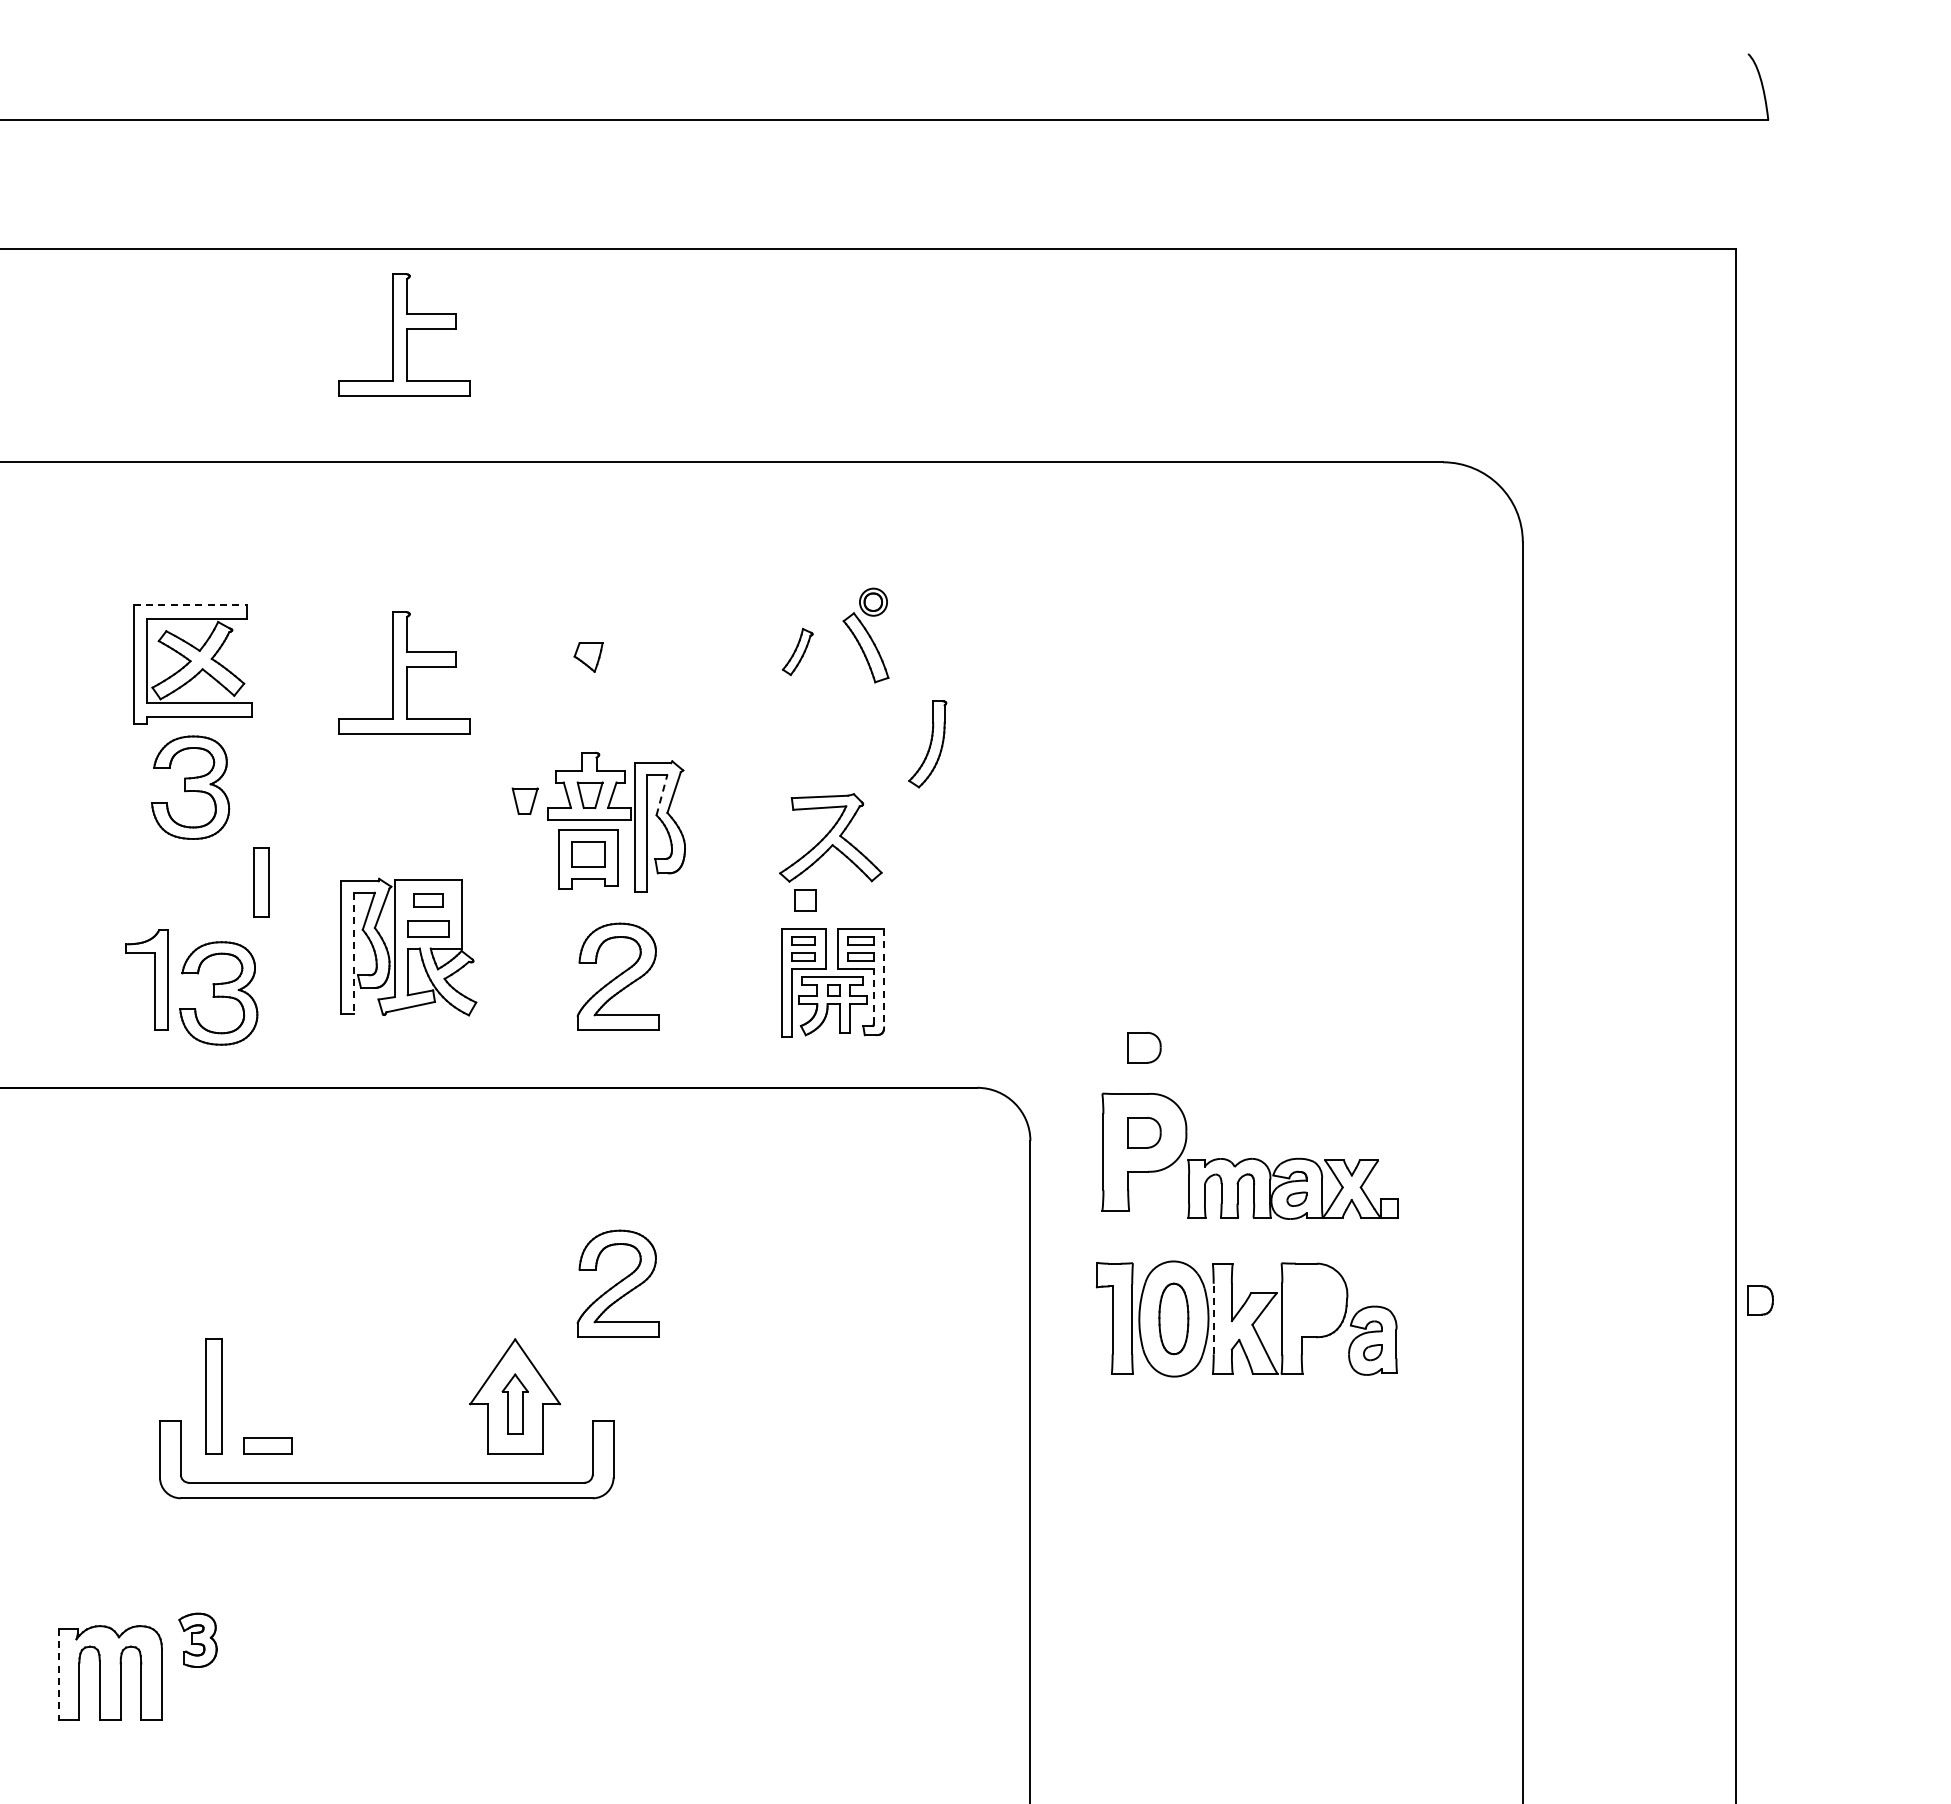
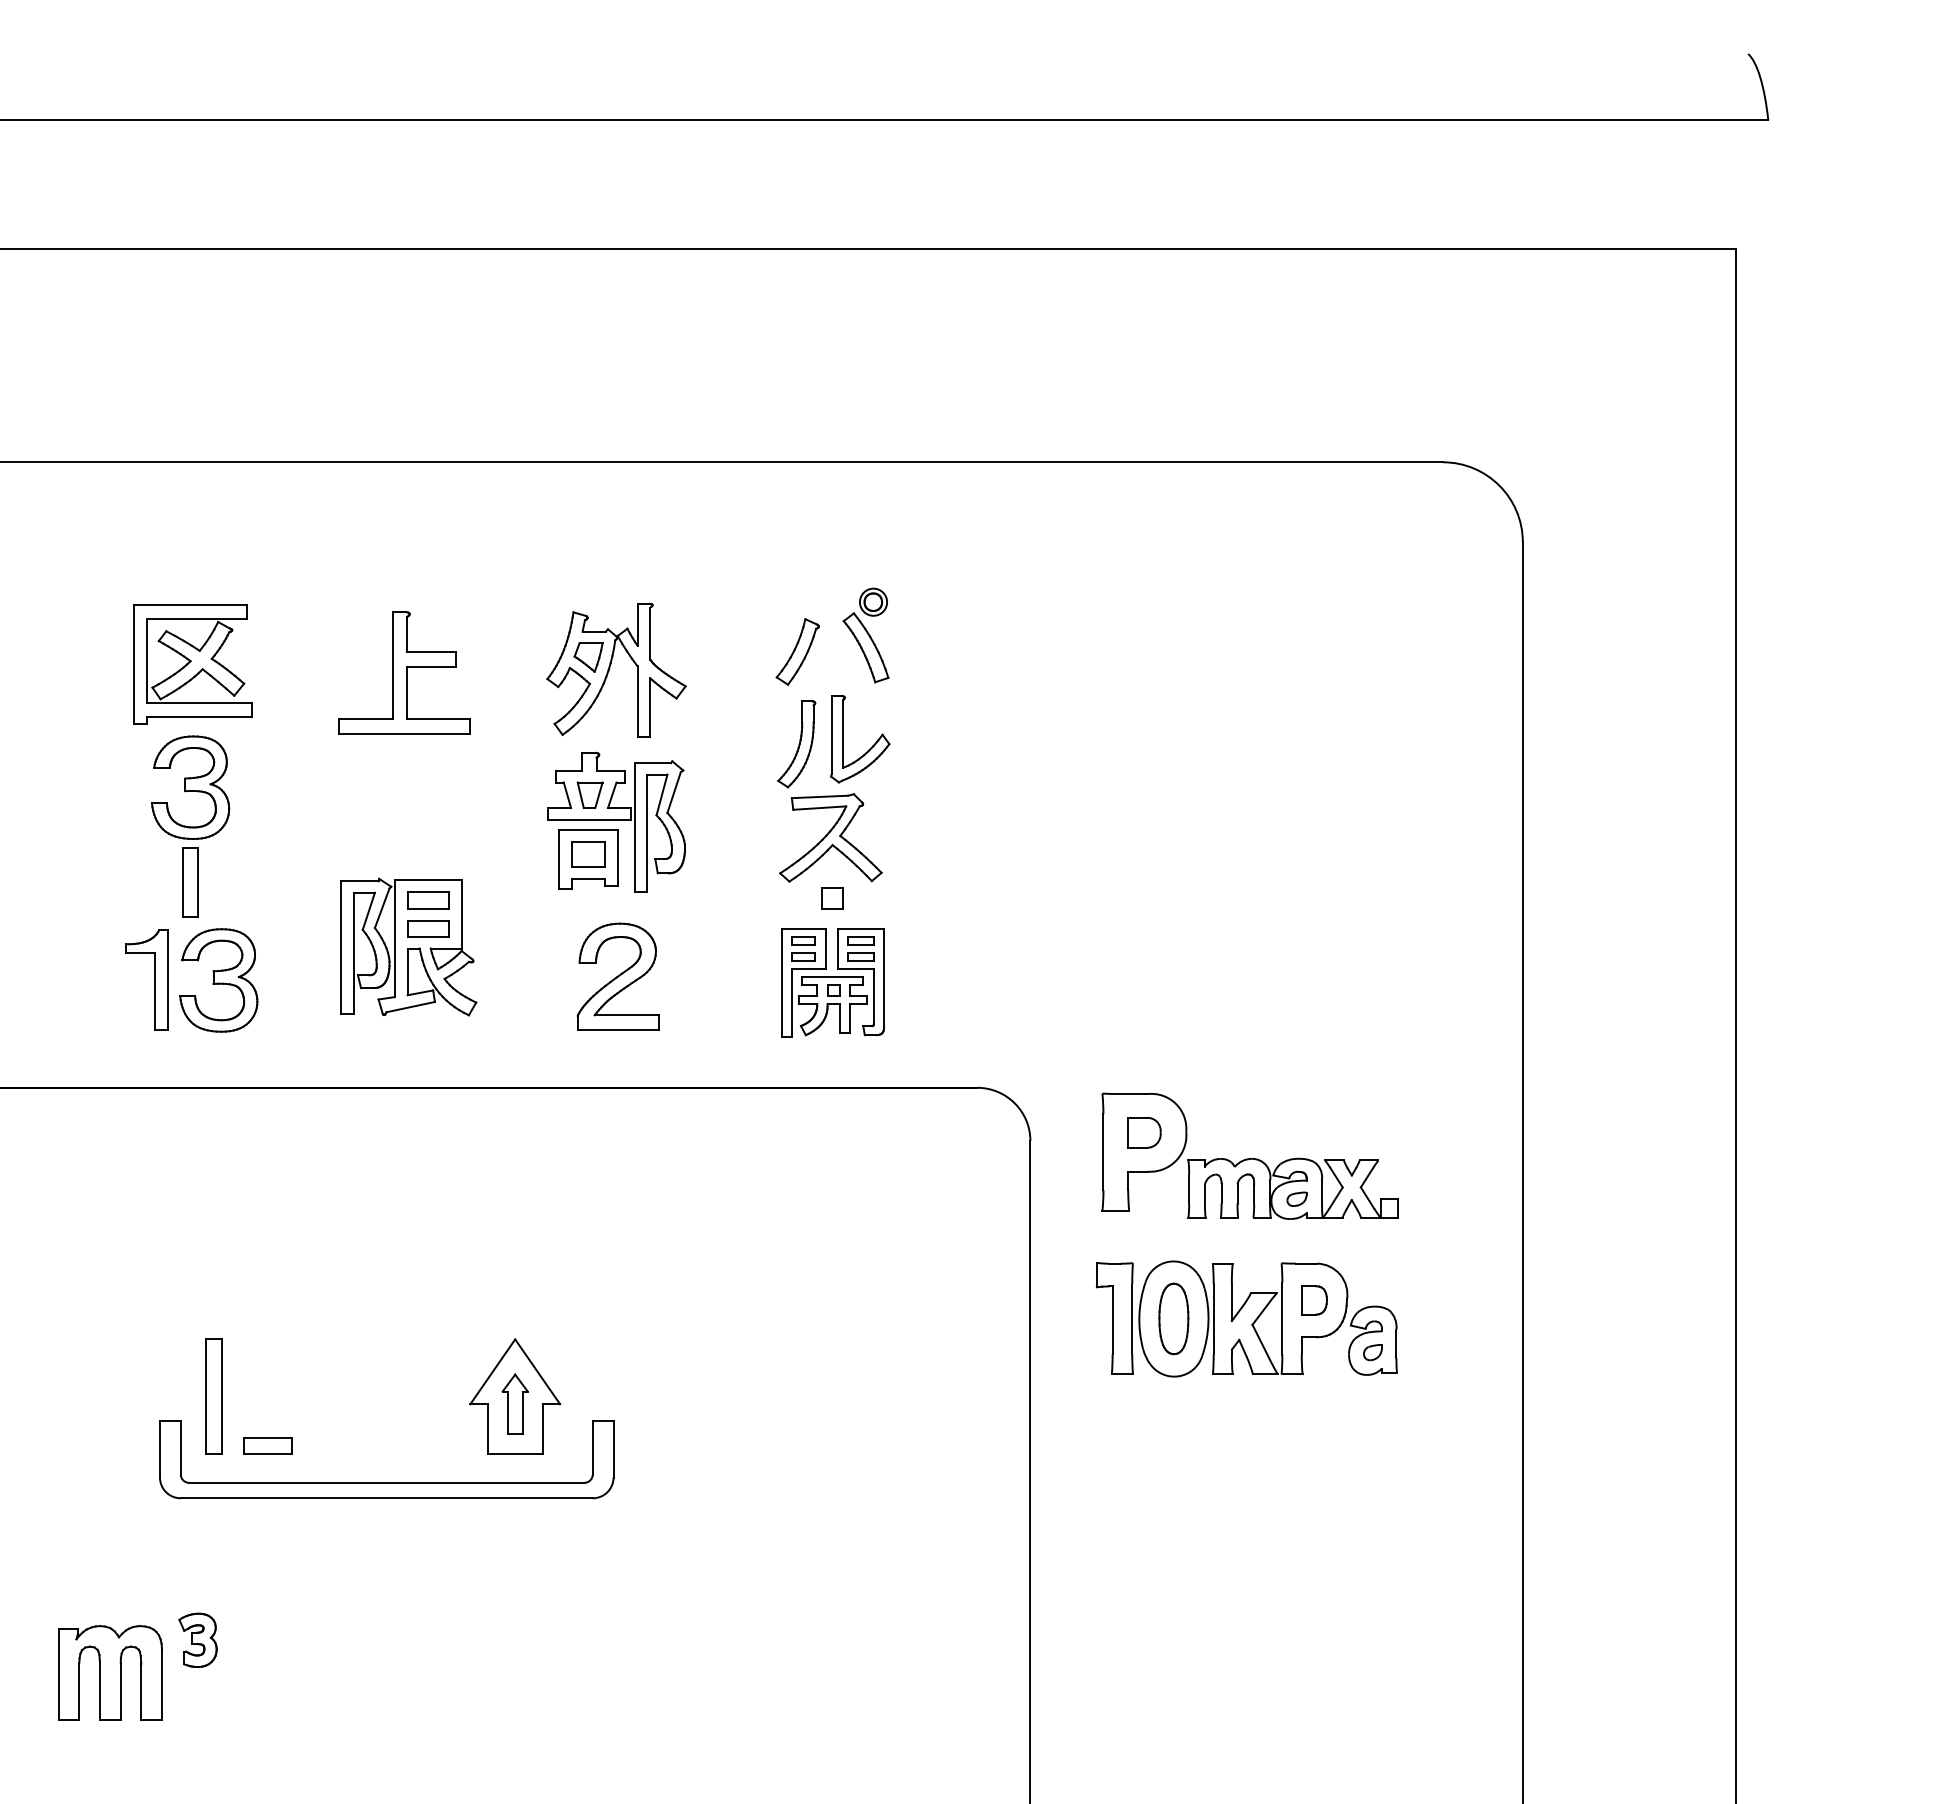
part at (404, 334): present -> none
line at (190, 605): dashed -> solid
part at (797, 651) size: 33x48 px -> 45x68 px
part at (610, 668): none -> present
part at (927, 744) position: (927, 744) -> (796, 744)
part at (869, 748): none -> present
line at (662, 794): dashed -> solid
part at (524, 800): present -> none
part at (261, 882) position: (261, 882) -> (190, 882)
part at (428, 900) size: 31x15 px -> 43x19 px
part at (805, 900) position: (805, 900) -> (832, 898)
line at (354, 953): dashed -> solid
line at (884, 978): dashed -> solid
part at (218, 993) position: (218, 993) -> (218, 980)
line at (873, 996): dashed -> solid
part at (1144, 1047): present -> none
part at (617, 1283): present -> none
part at (1760, 1300) position: (1760, 1300) -> (1314, 1300)
line at (1213, 1318): dashed -> solid
line at (58, 1674): dashed -> solid
